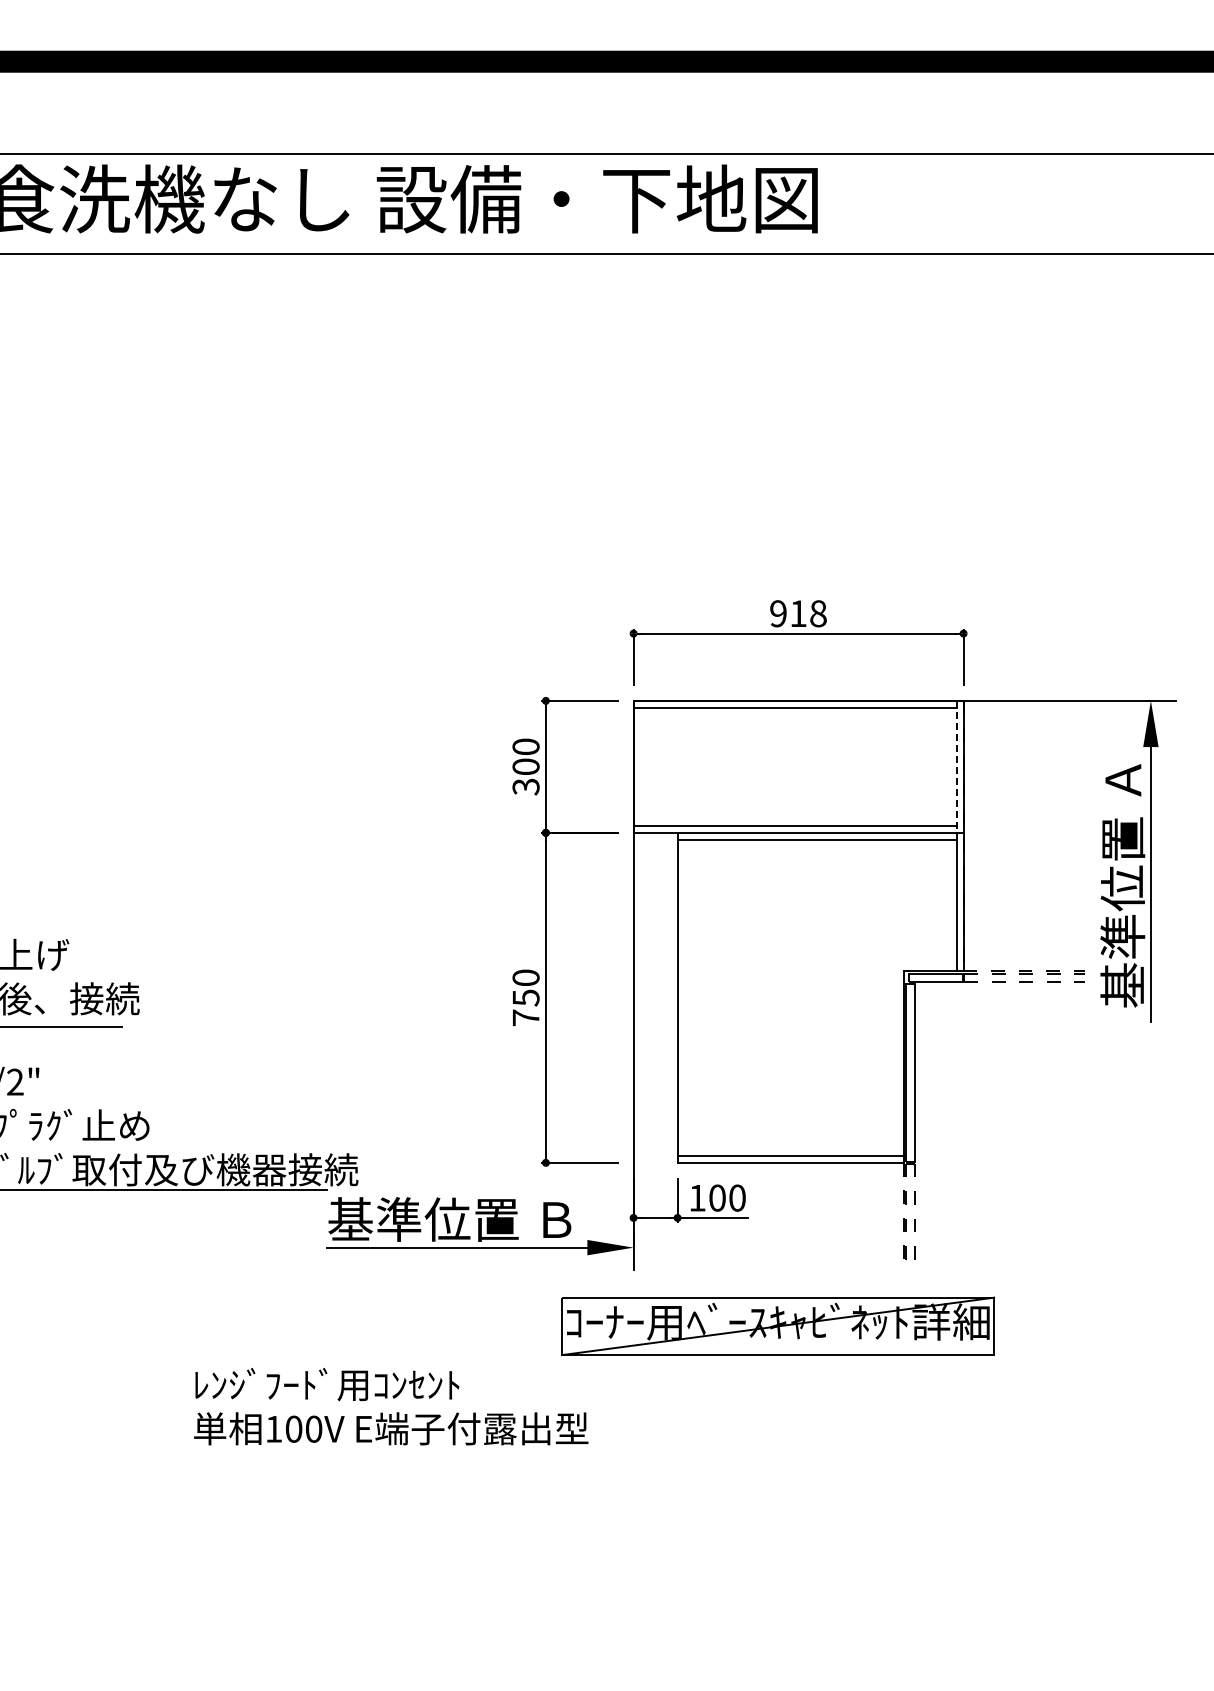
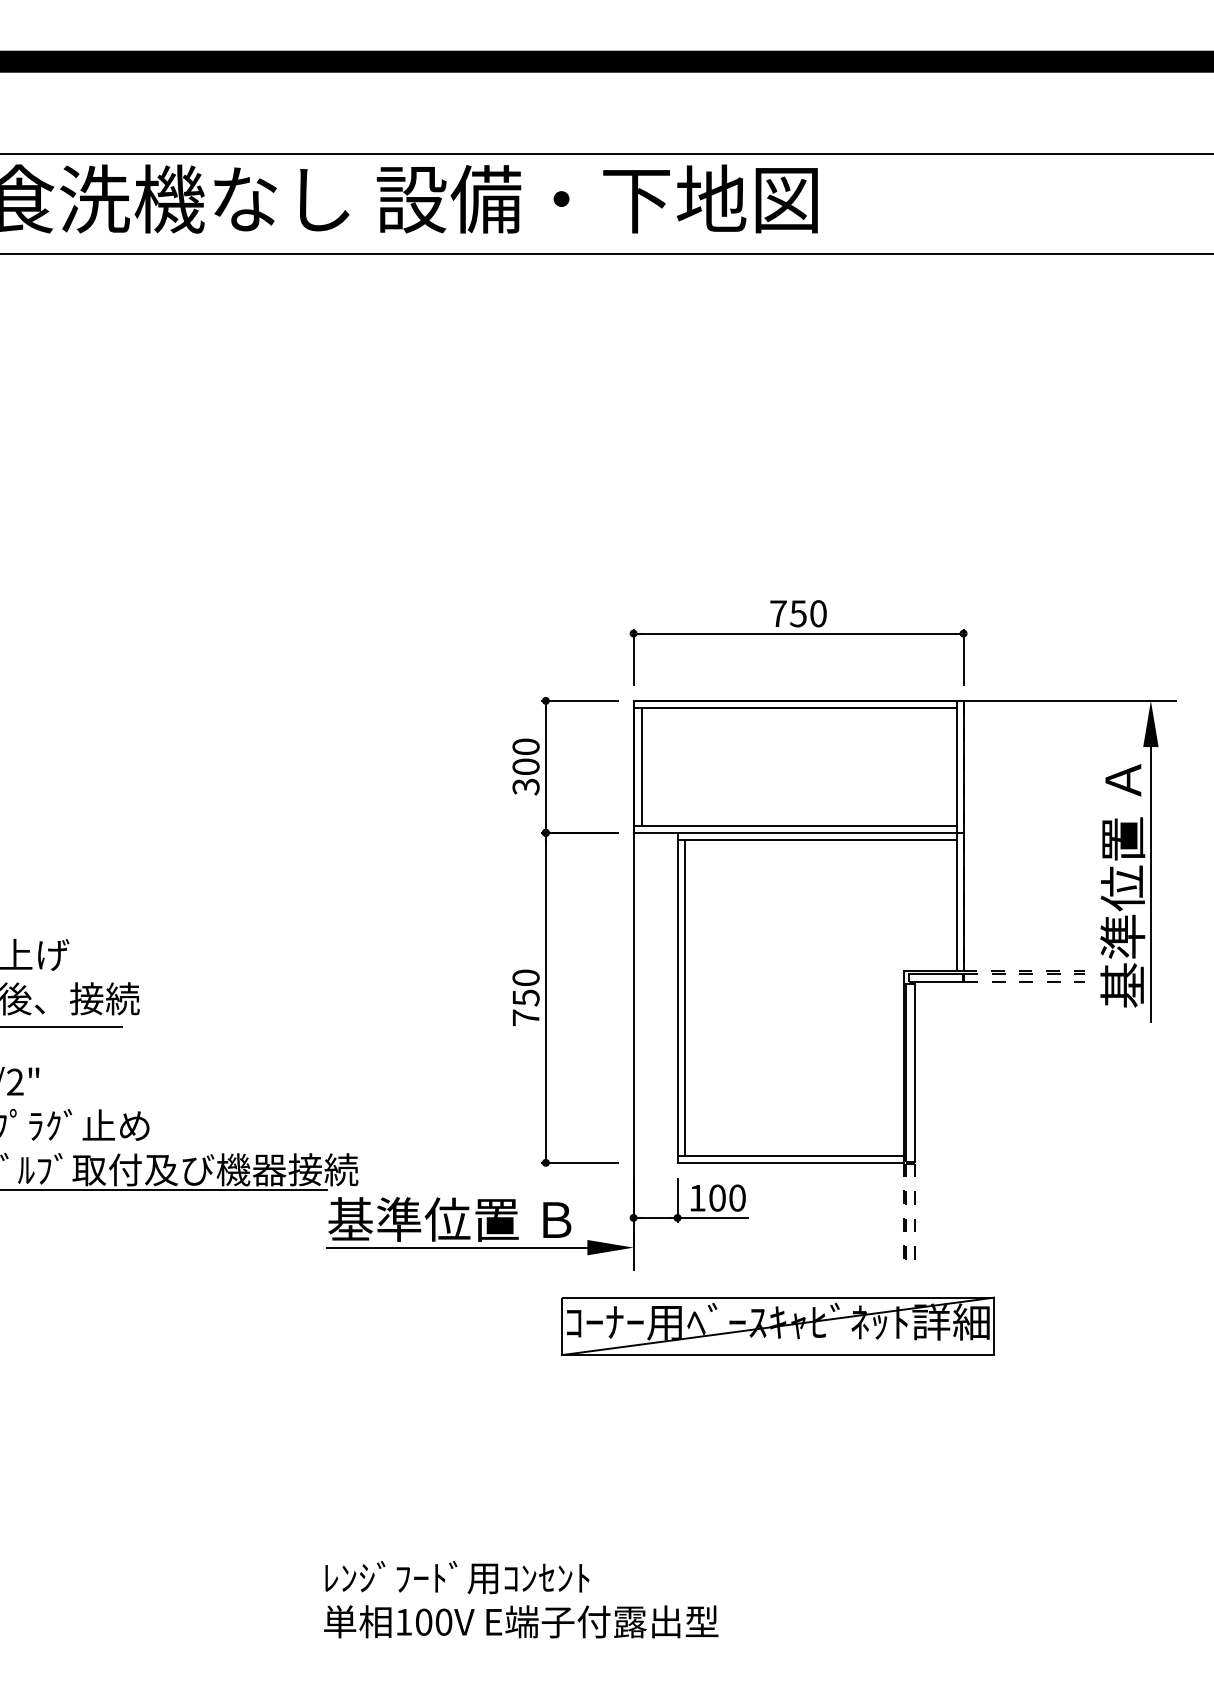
text at (798, 613): 918 -> 750
line at (641, 766): none -> present
line at (956, 766): dashed -> solid
line at (684, 997): none -> present
text at (391, 1406) position: (391, 1406) -> (521, 1599)
